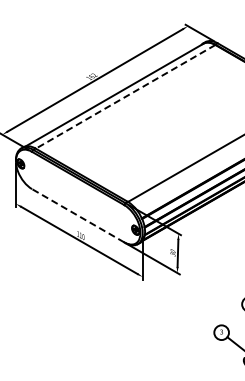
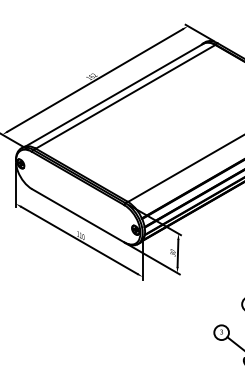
line at (125, 96): dashed -> solid
line at (77, 215): dashed -> solid
